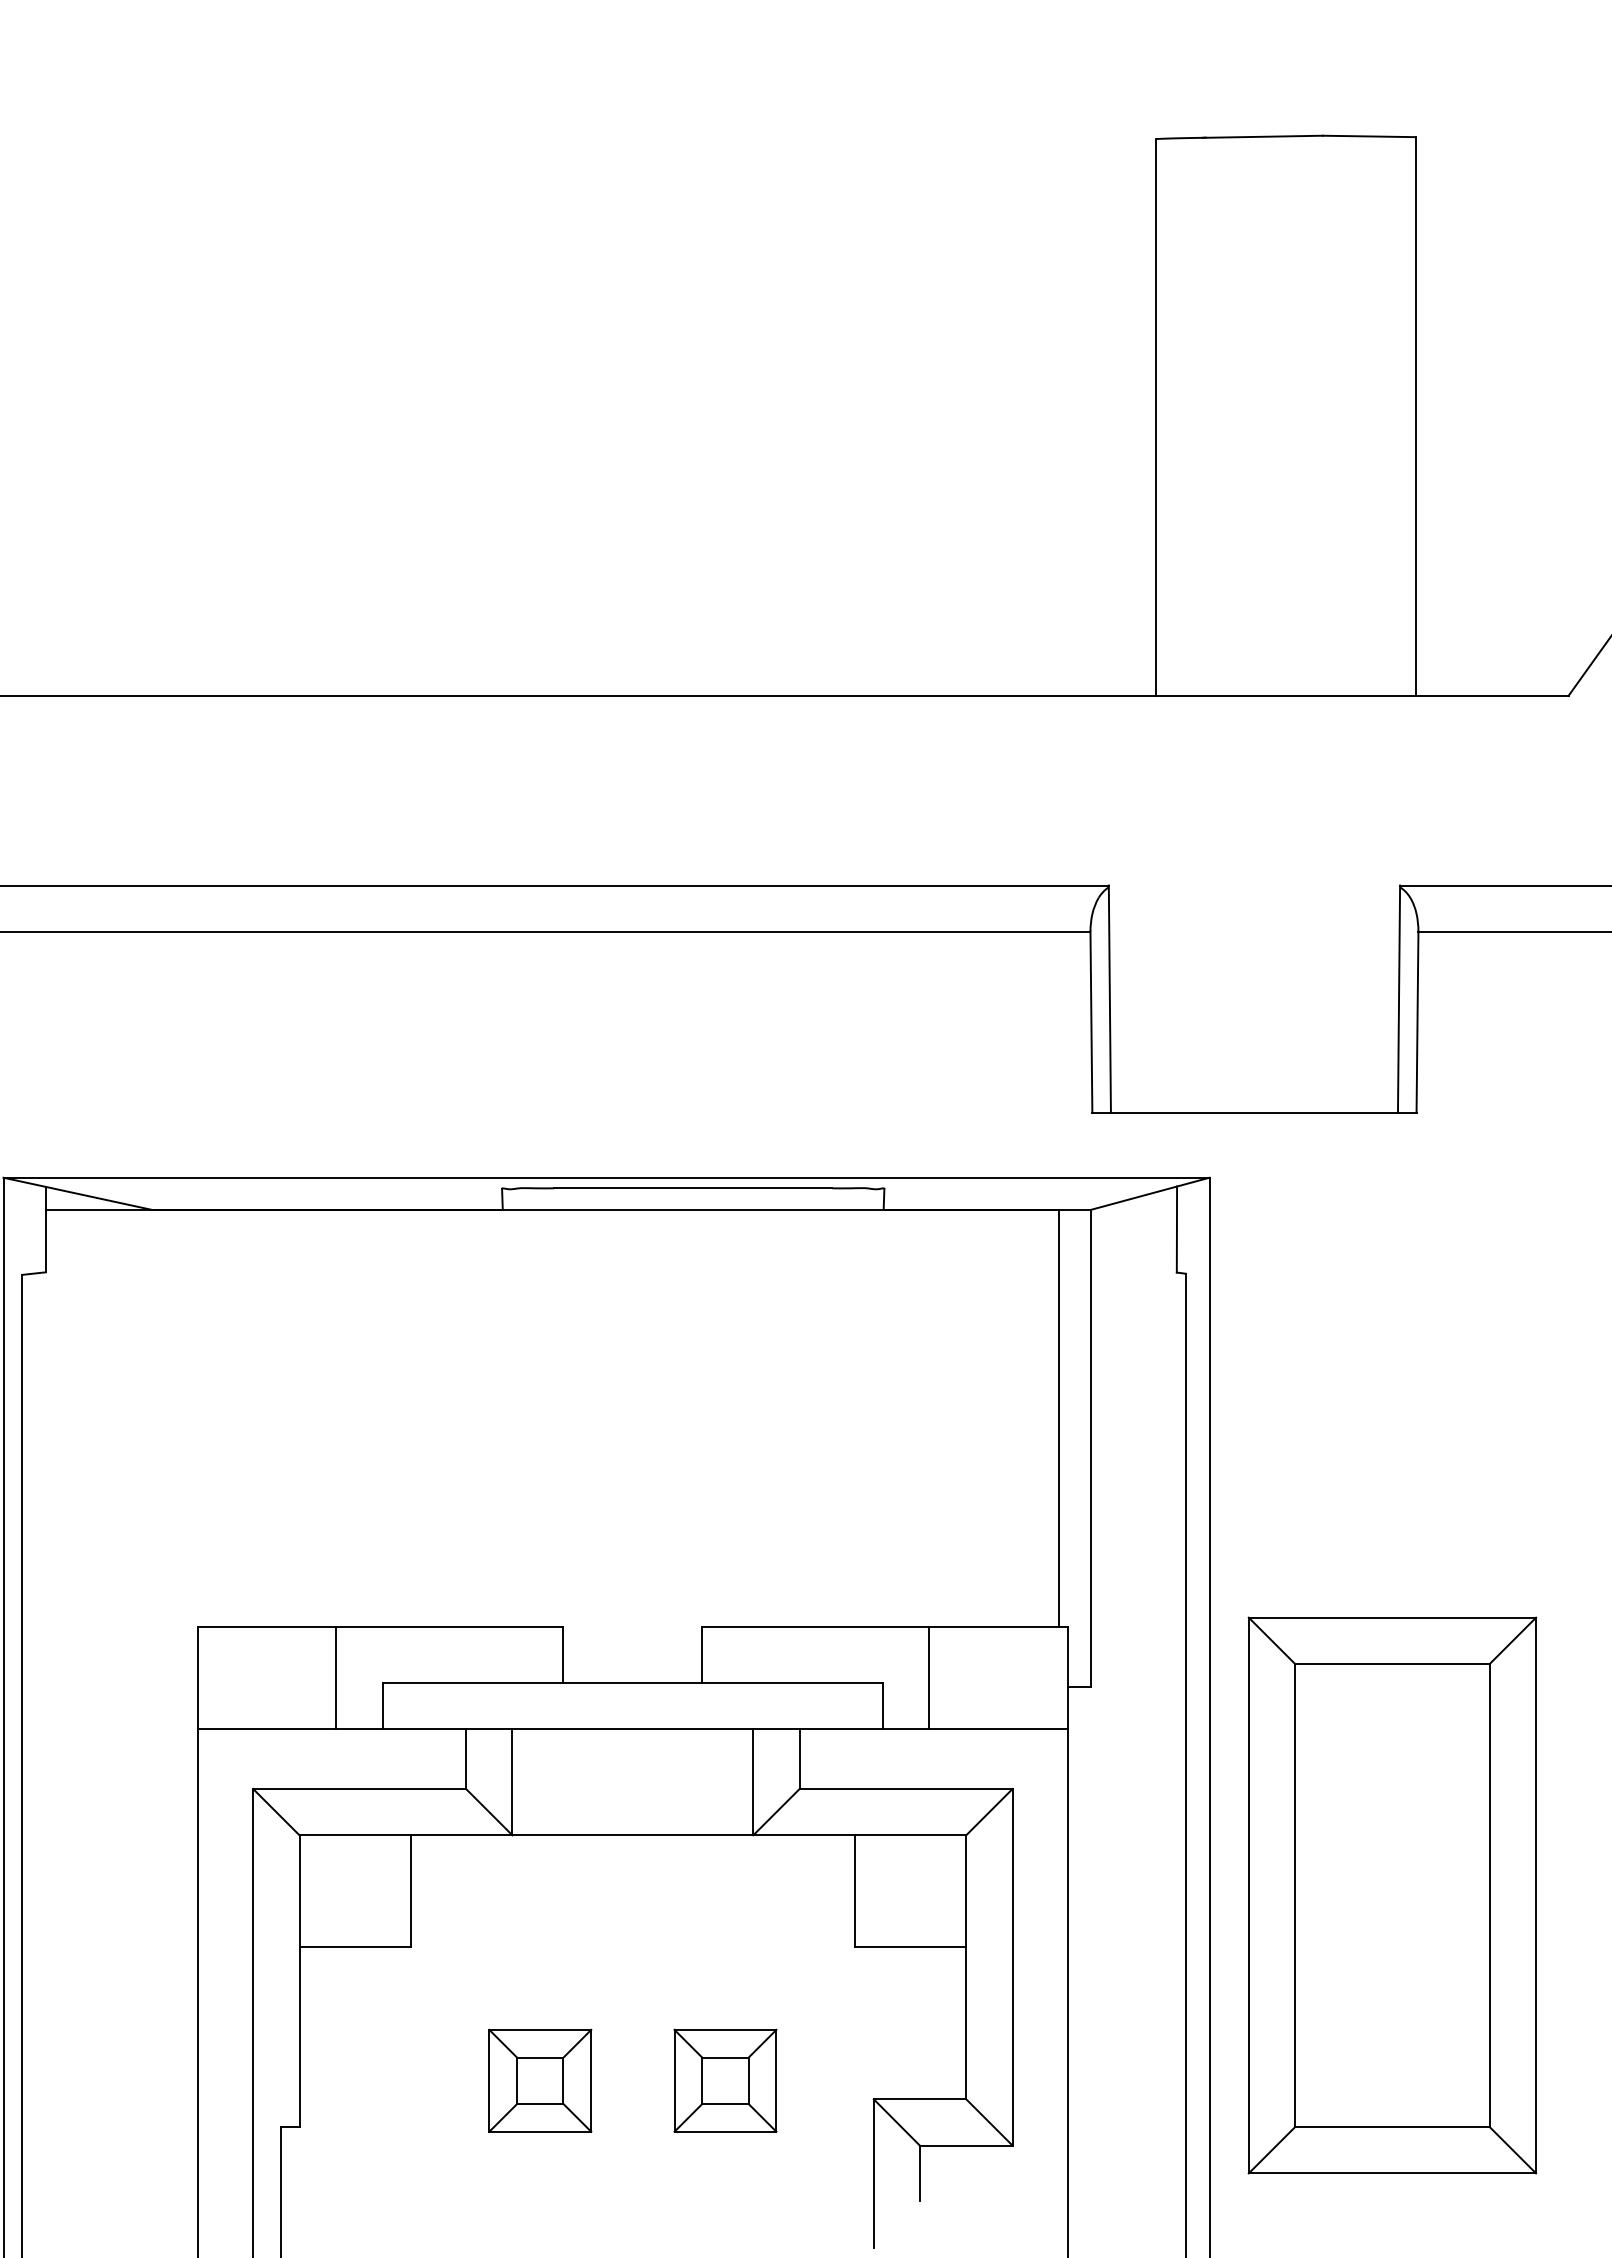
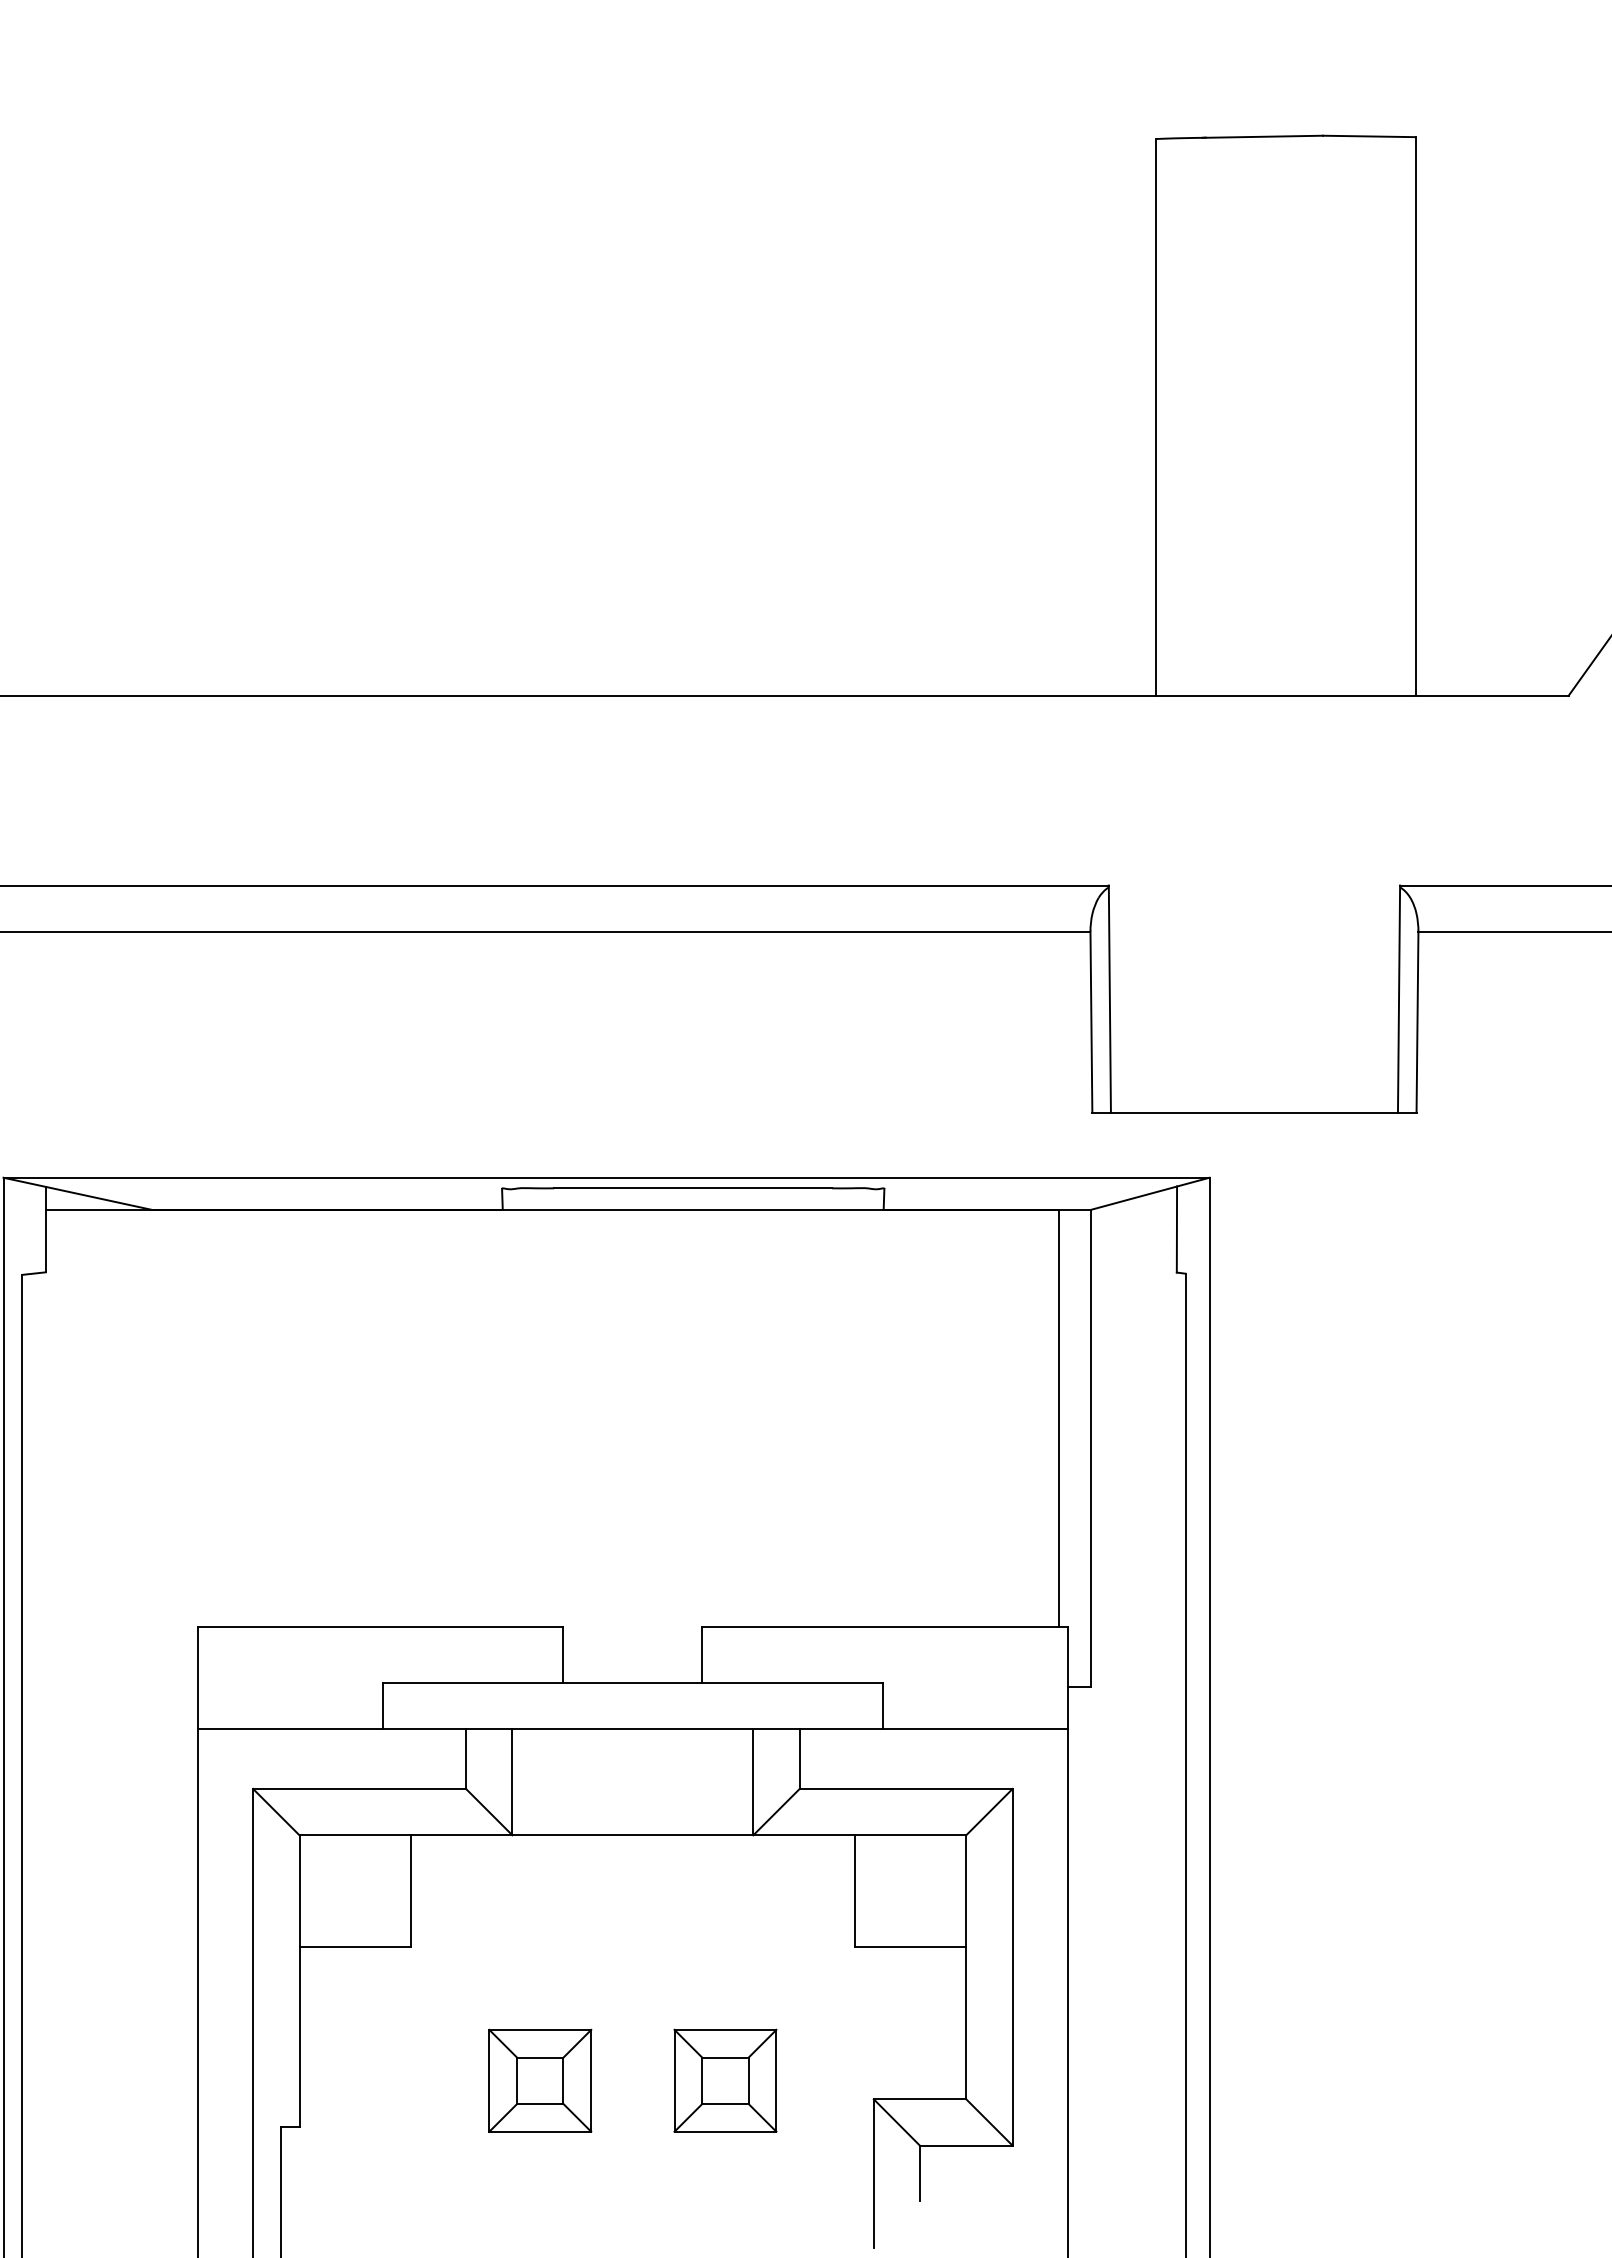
line at (336, 1677): present -> none
line at (929, 1677): present -> none
part at (1392, 1895): present -> none
